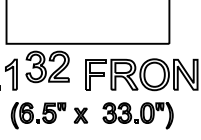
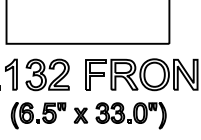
part at (47, 66) position: (47, 66) -> (47, 74)
part at (137, 115) position: (137, 115) -> (130, 115)
